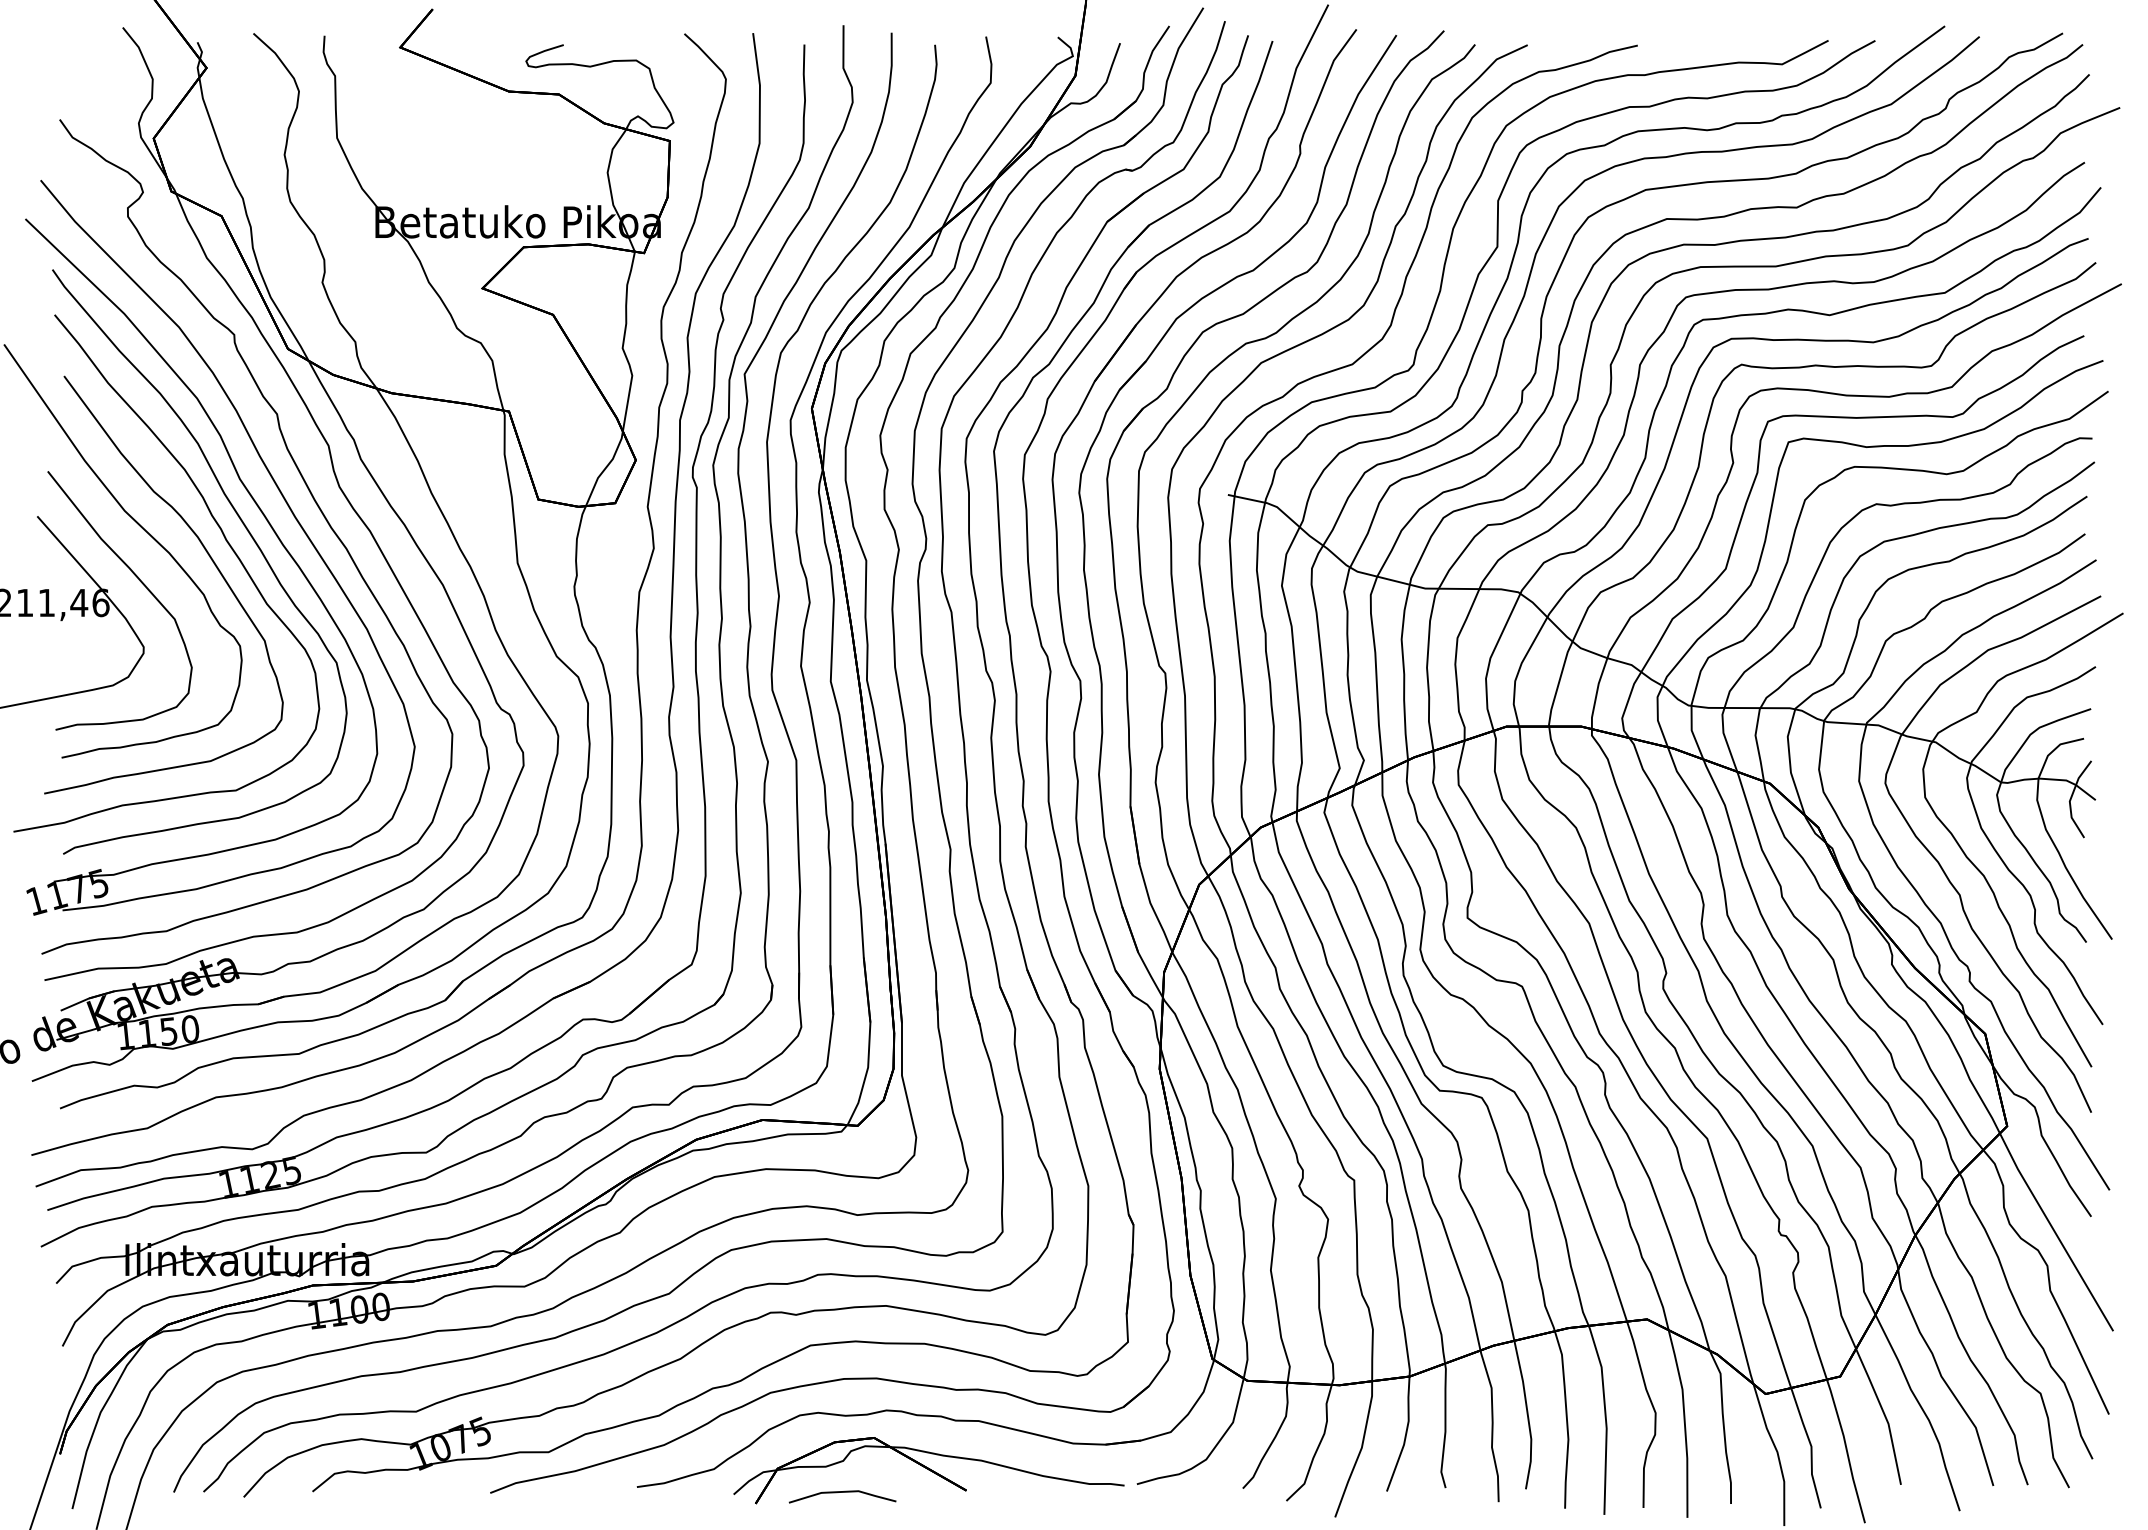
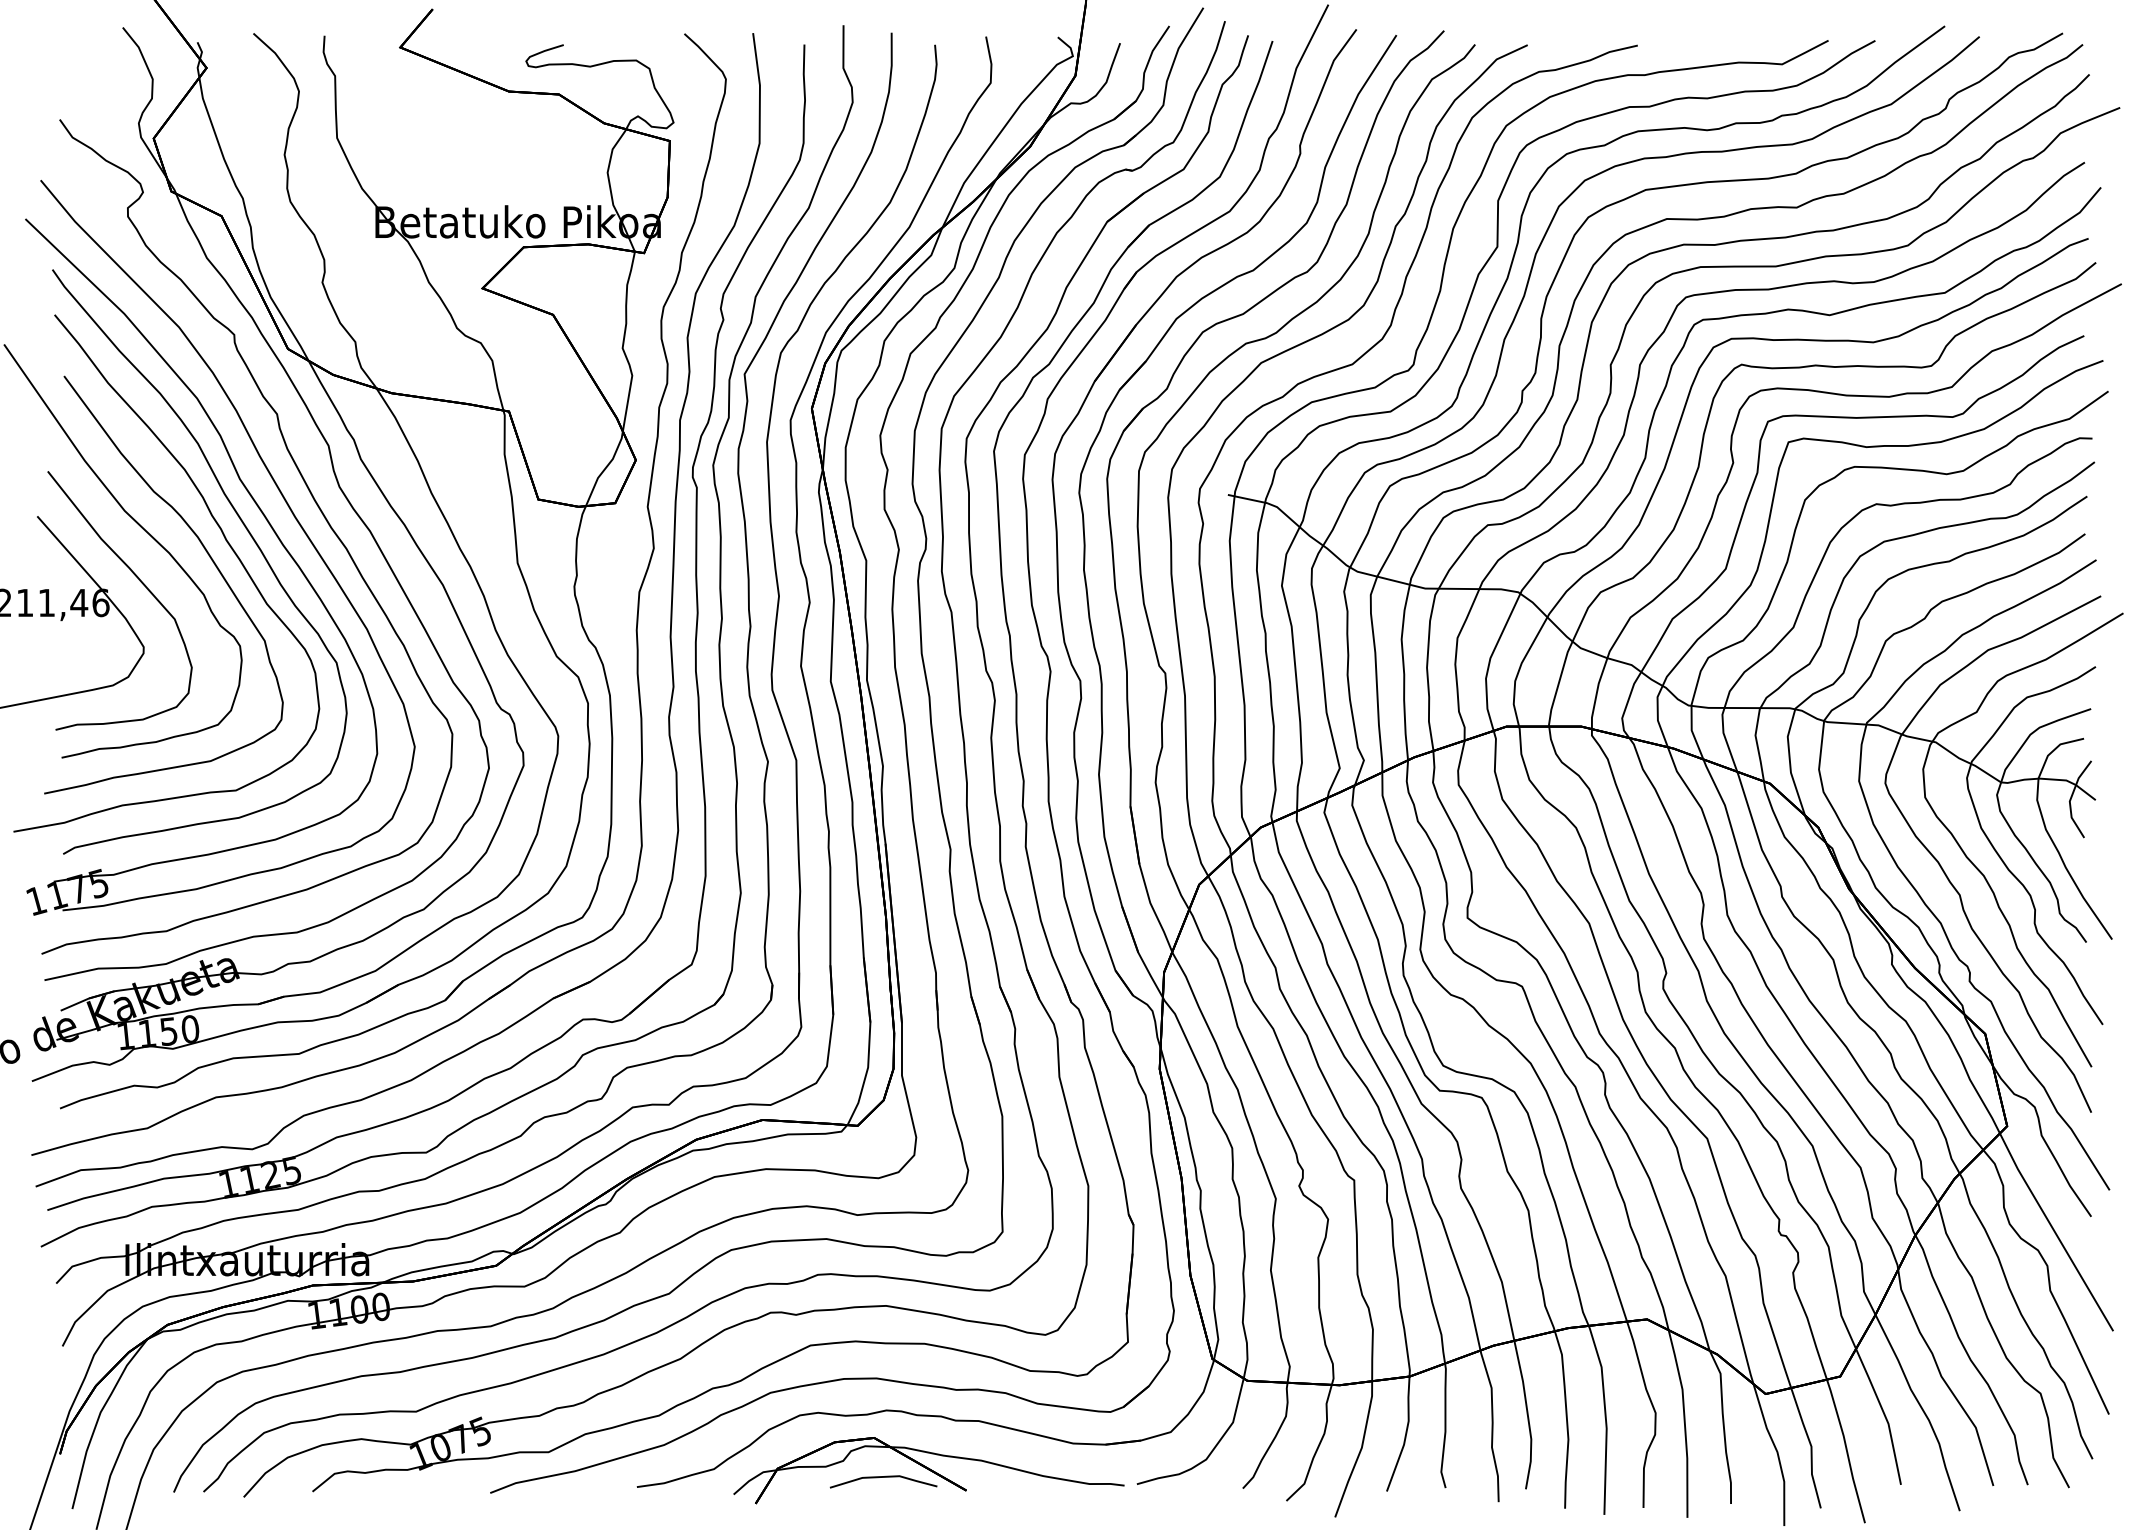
line at (842, 1492) position: (842, 1492) -> (883, 1477)
